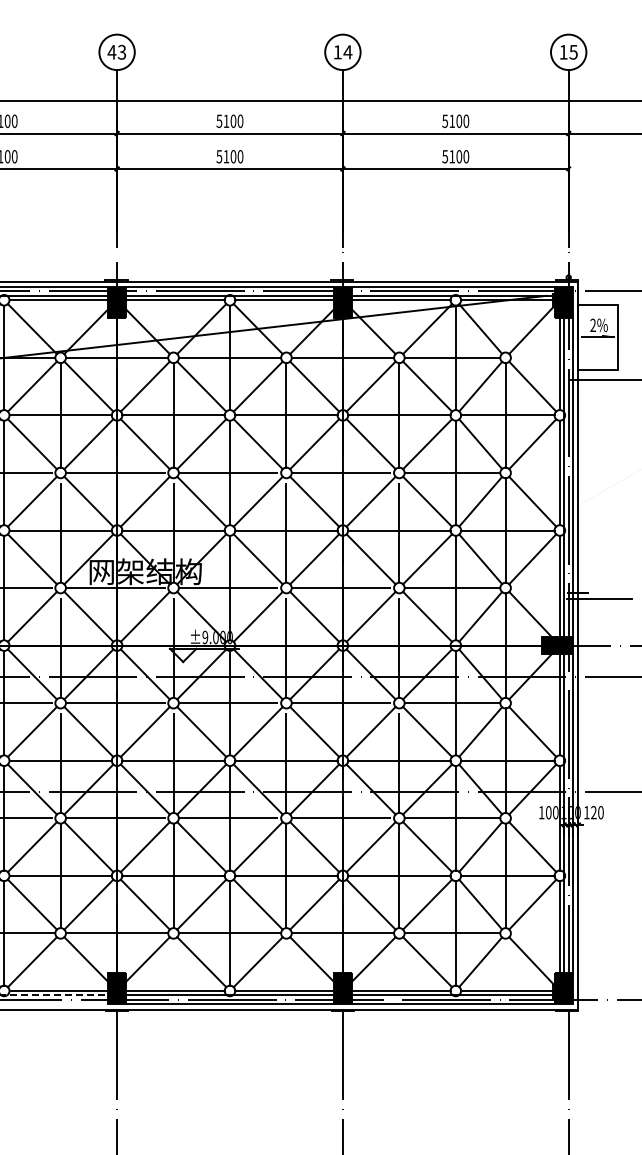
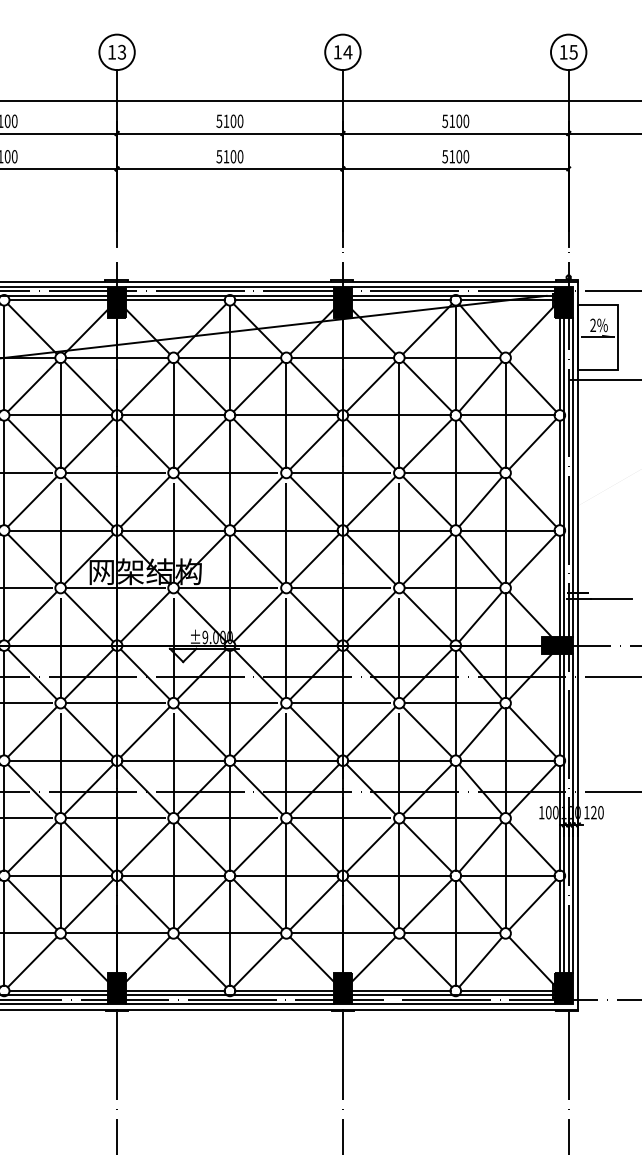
text at (111, 52): 43 -> 13
line at (54, 995): dashed -> solid
line at (55, 1004): none -> present
